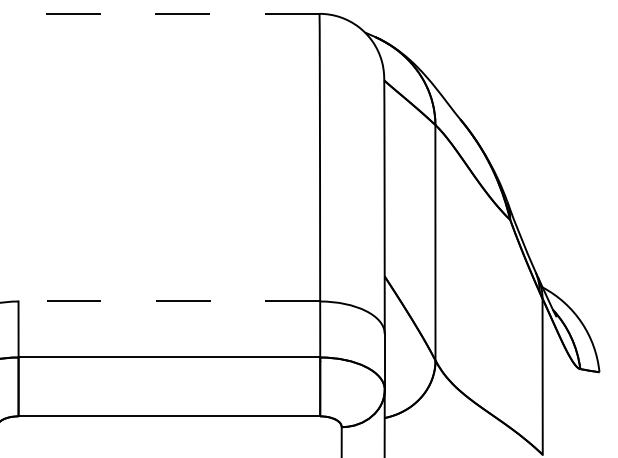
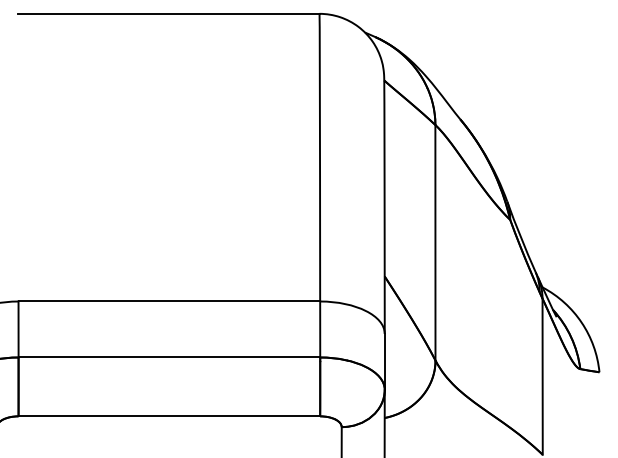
line at (168, 13): dashed -> solid
line at (169, 301): dashed -> solid
